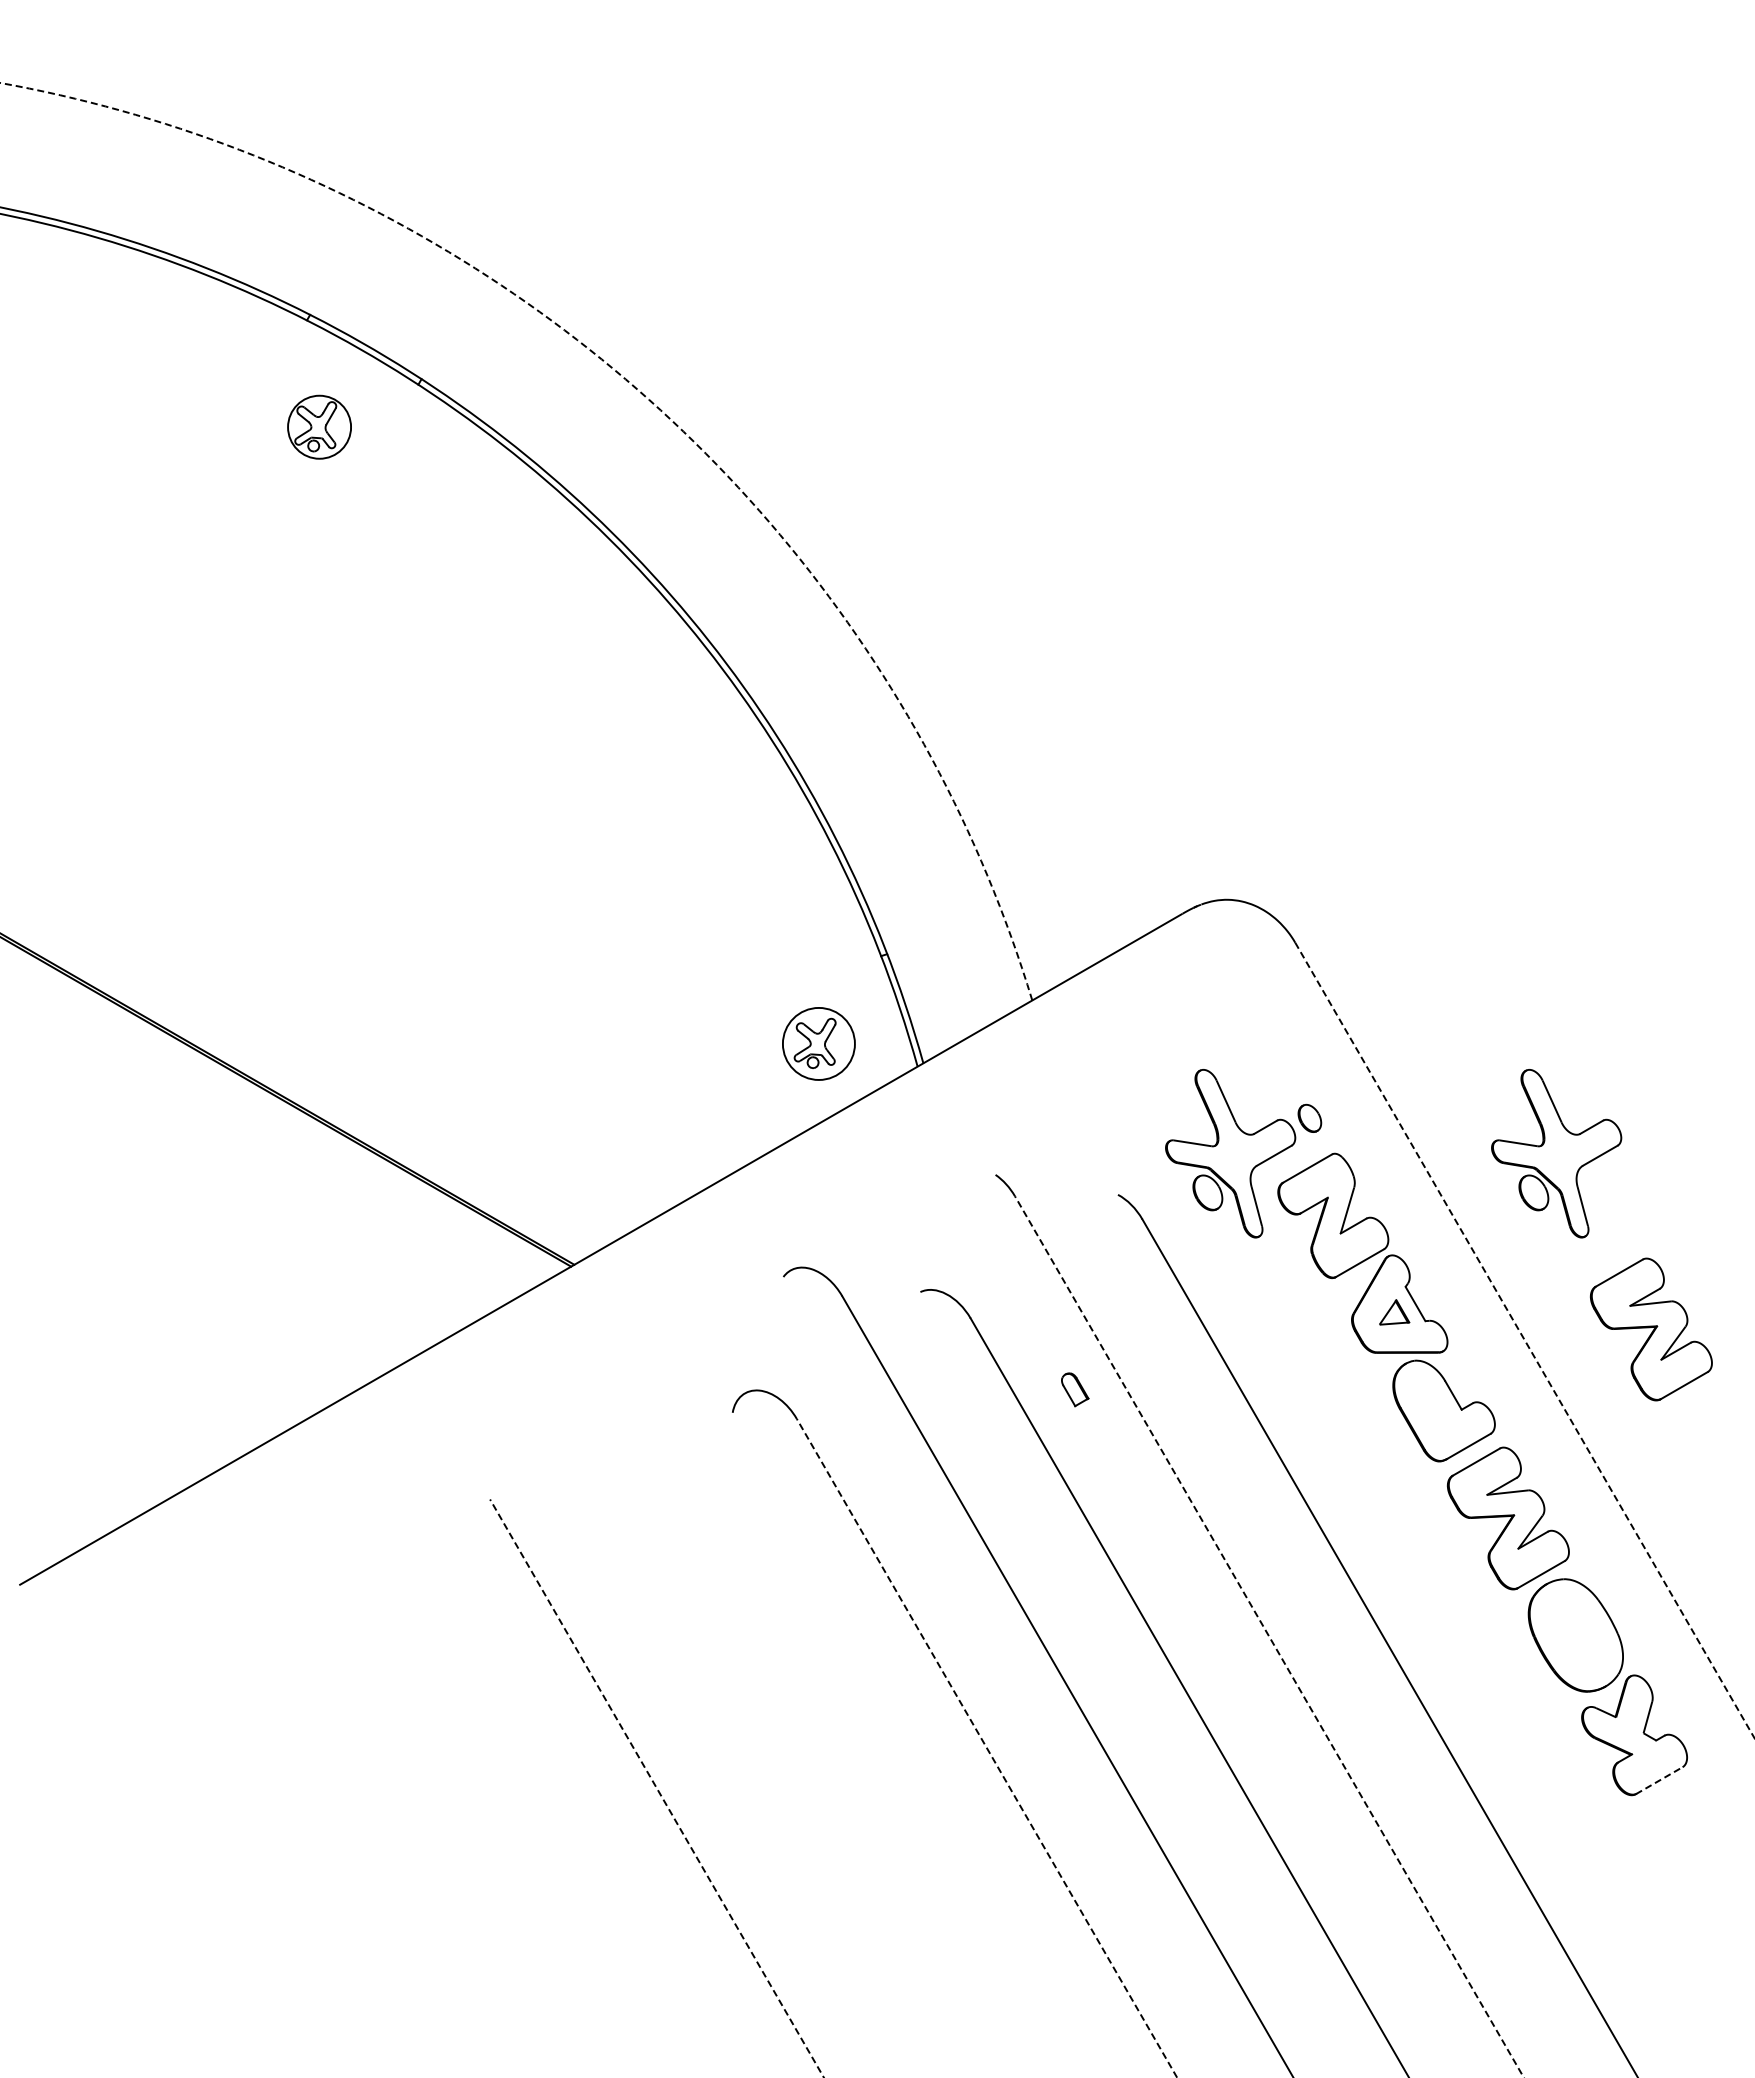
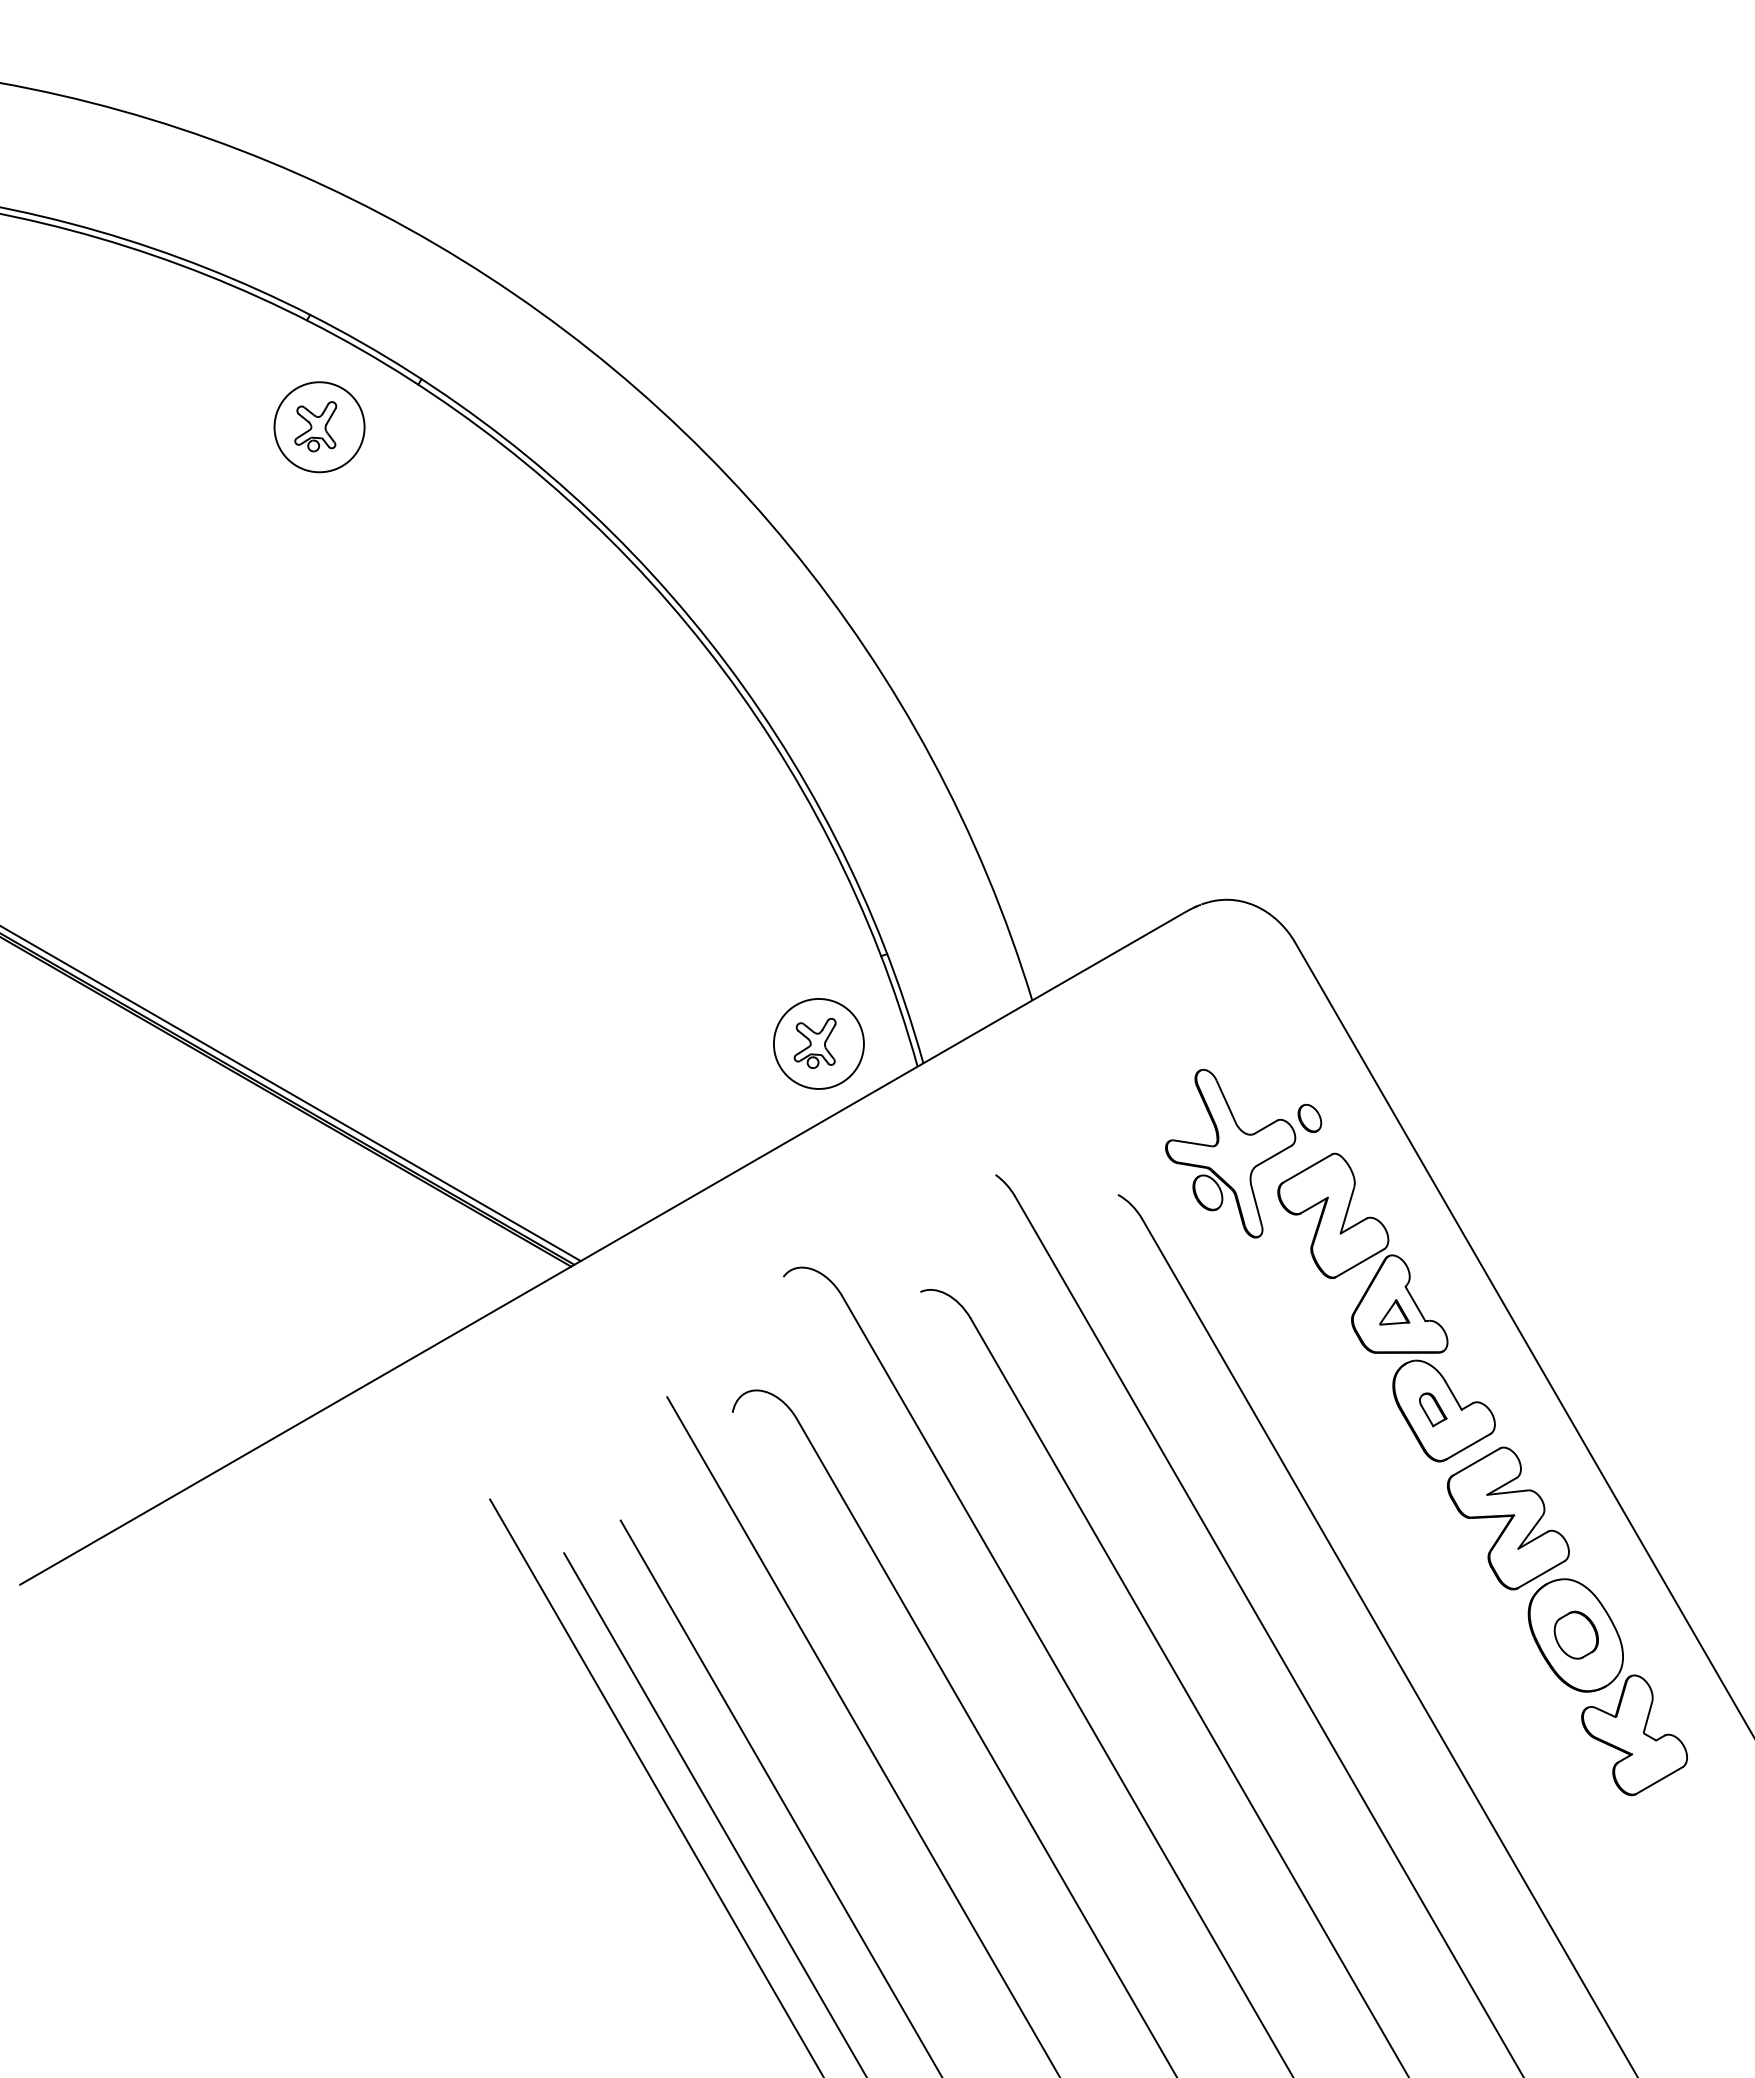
arc at (642, 394): dashed -> solid
circle at (319, 426) diameter: 63 px -> 90 px
circle at (818, 1043) diameter: 72 px -> 90 px
line at (291, 1093): none -> present
part at (1556, 1153): present -> none
part at (1651, 1329): present -> none
line at (1524, 1340): dashed -> solid
part at (1075, 1389) position: (1075, 1389) -> (1433, 1409)
part at (1575, 1634): none -> present
line at (1269, 1637): dashed -> solid
line at (862, 1735): none -> present
line at (986, 1747): dashed -> solid
line at (1659, 1780): dashed -> solid
line at (657, 1788): dashed -> solid
line at (780, 1797): none -> present
line at (714, 1813): none -> present
